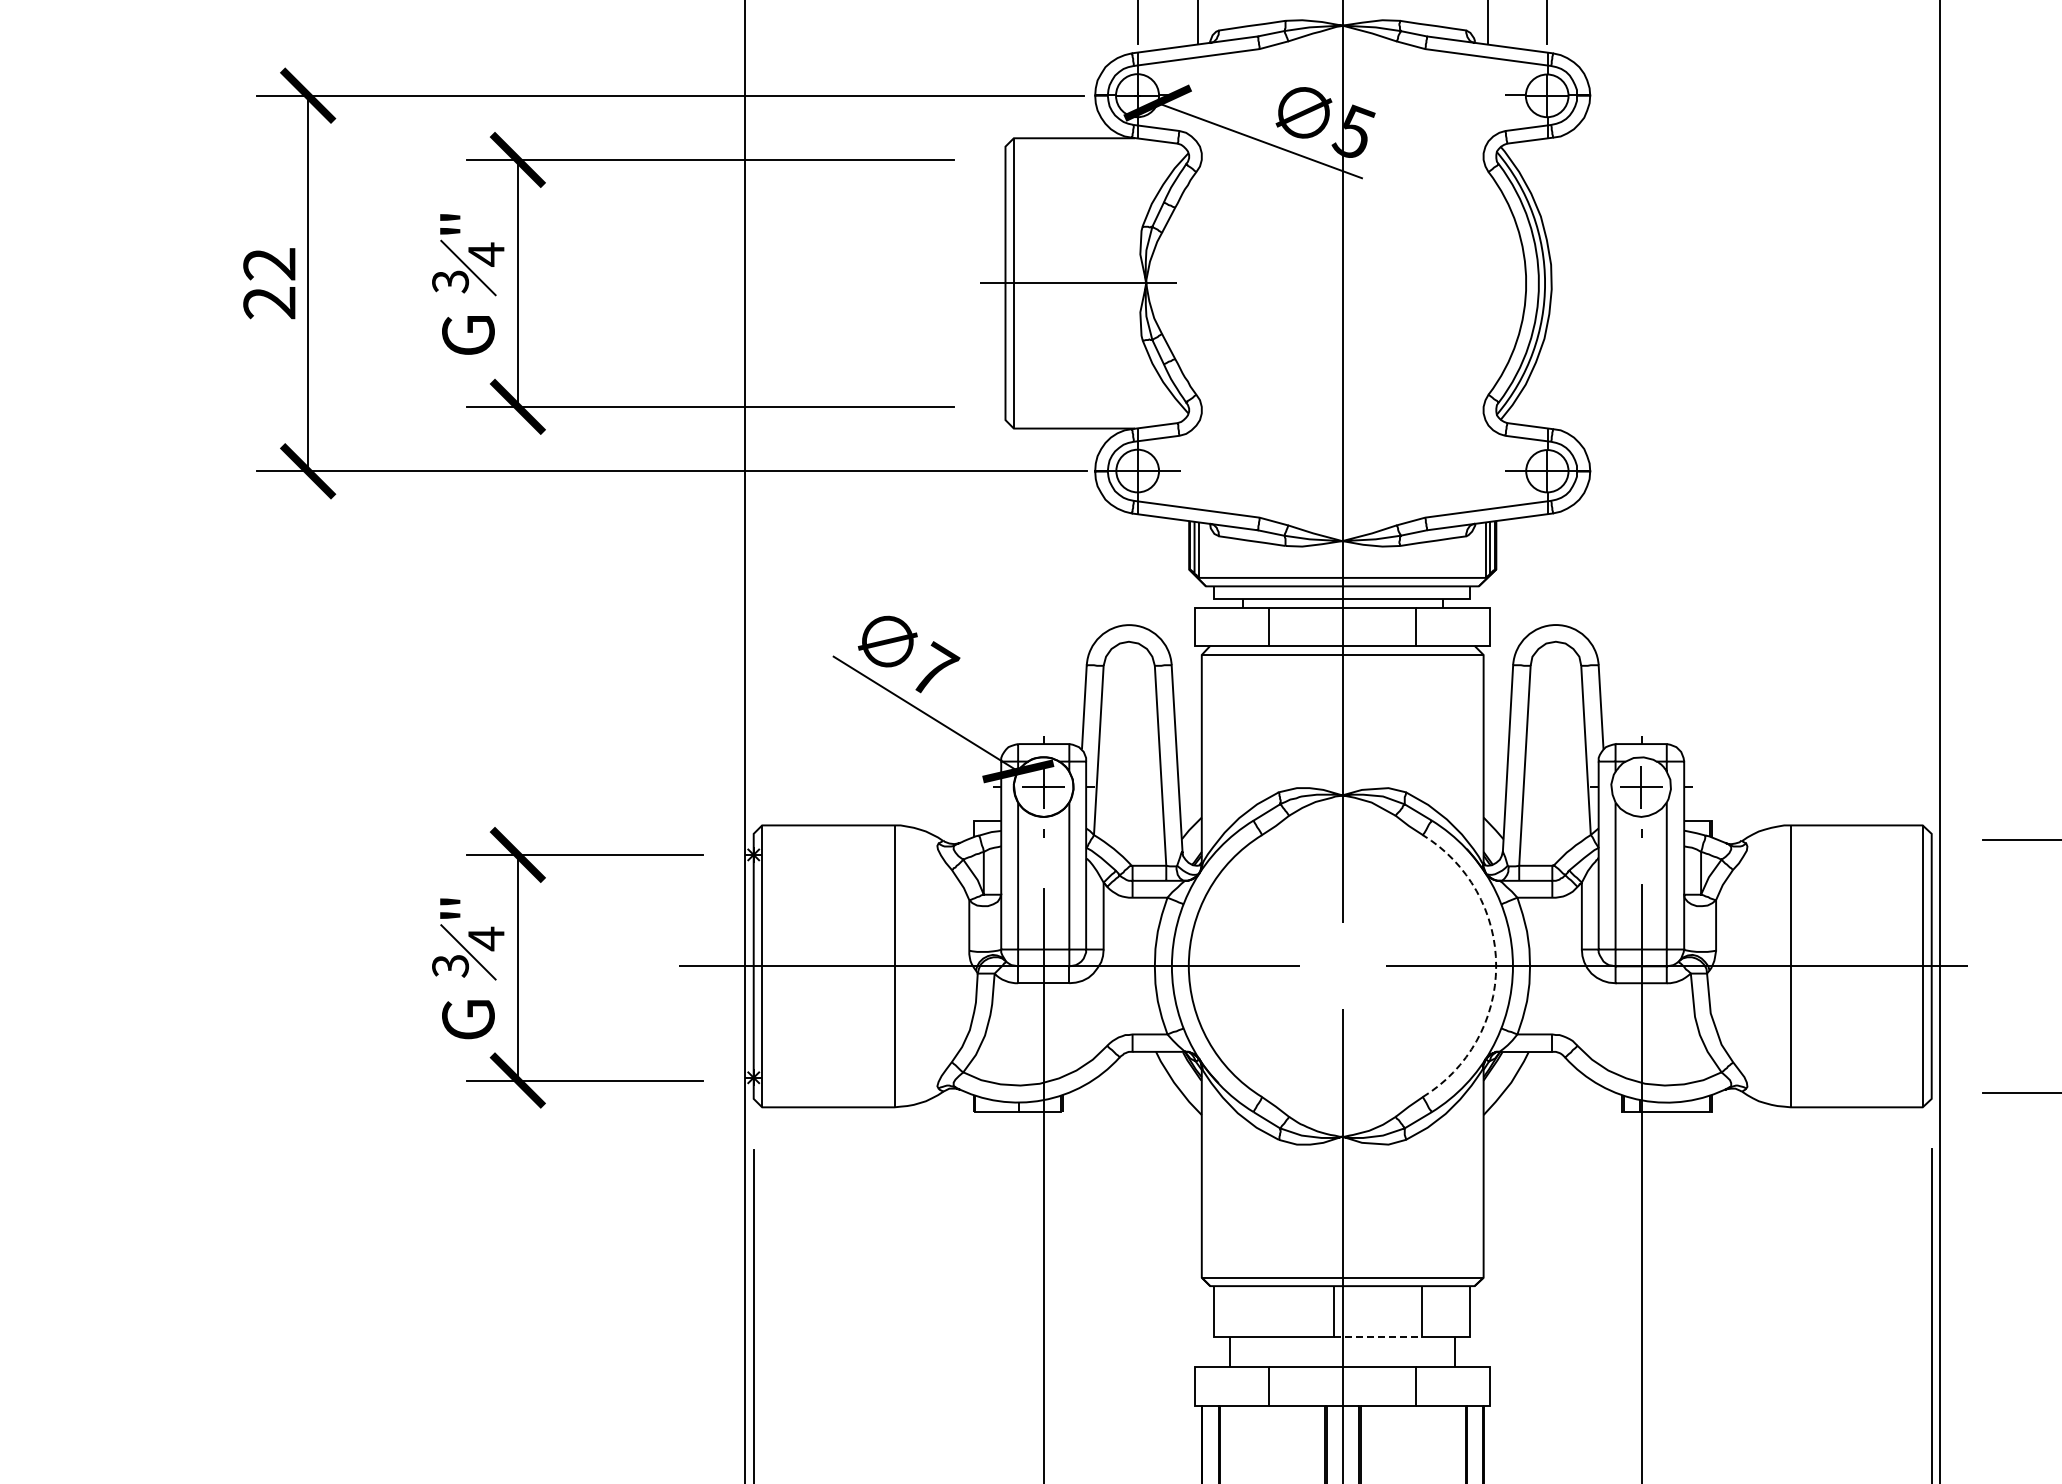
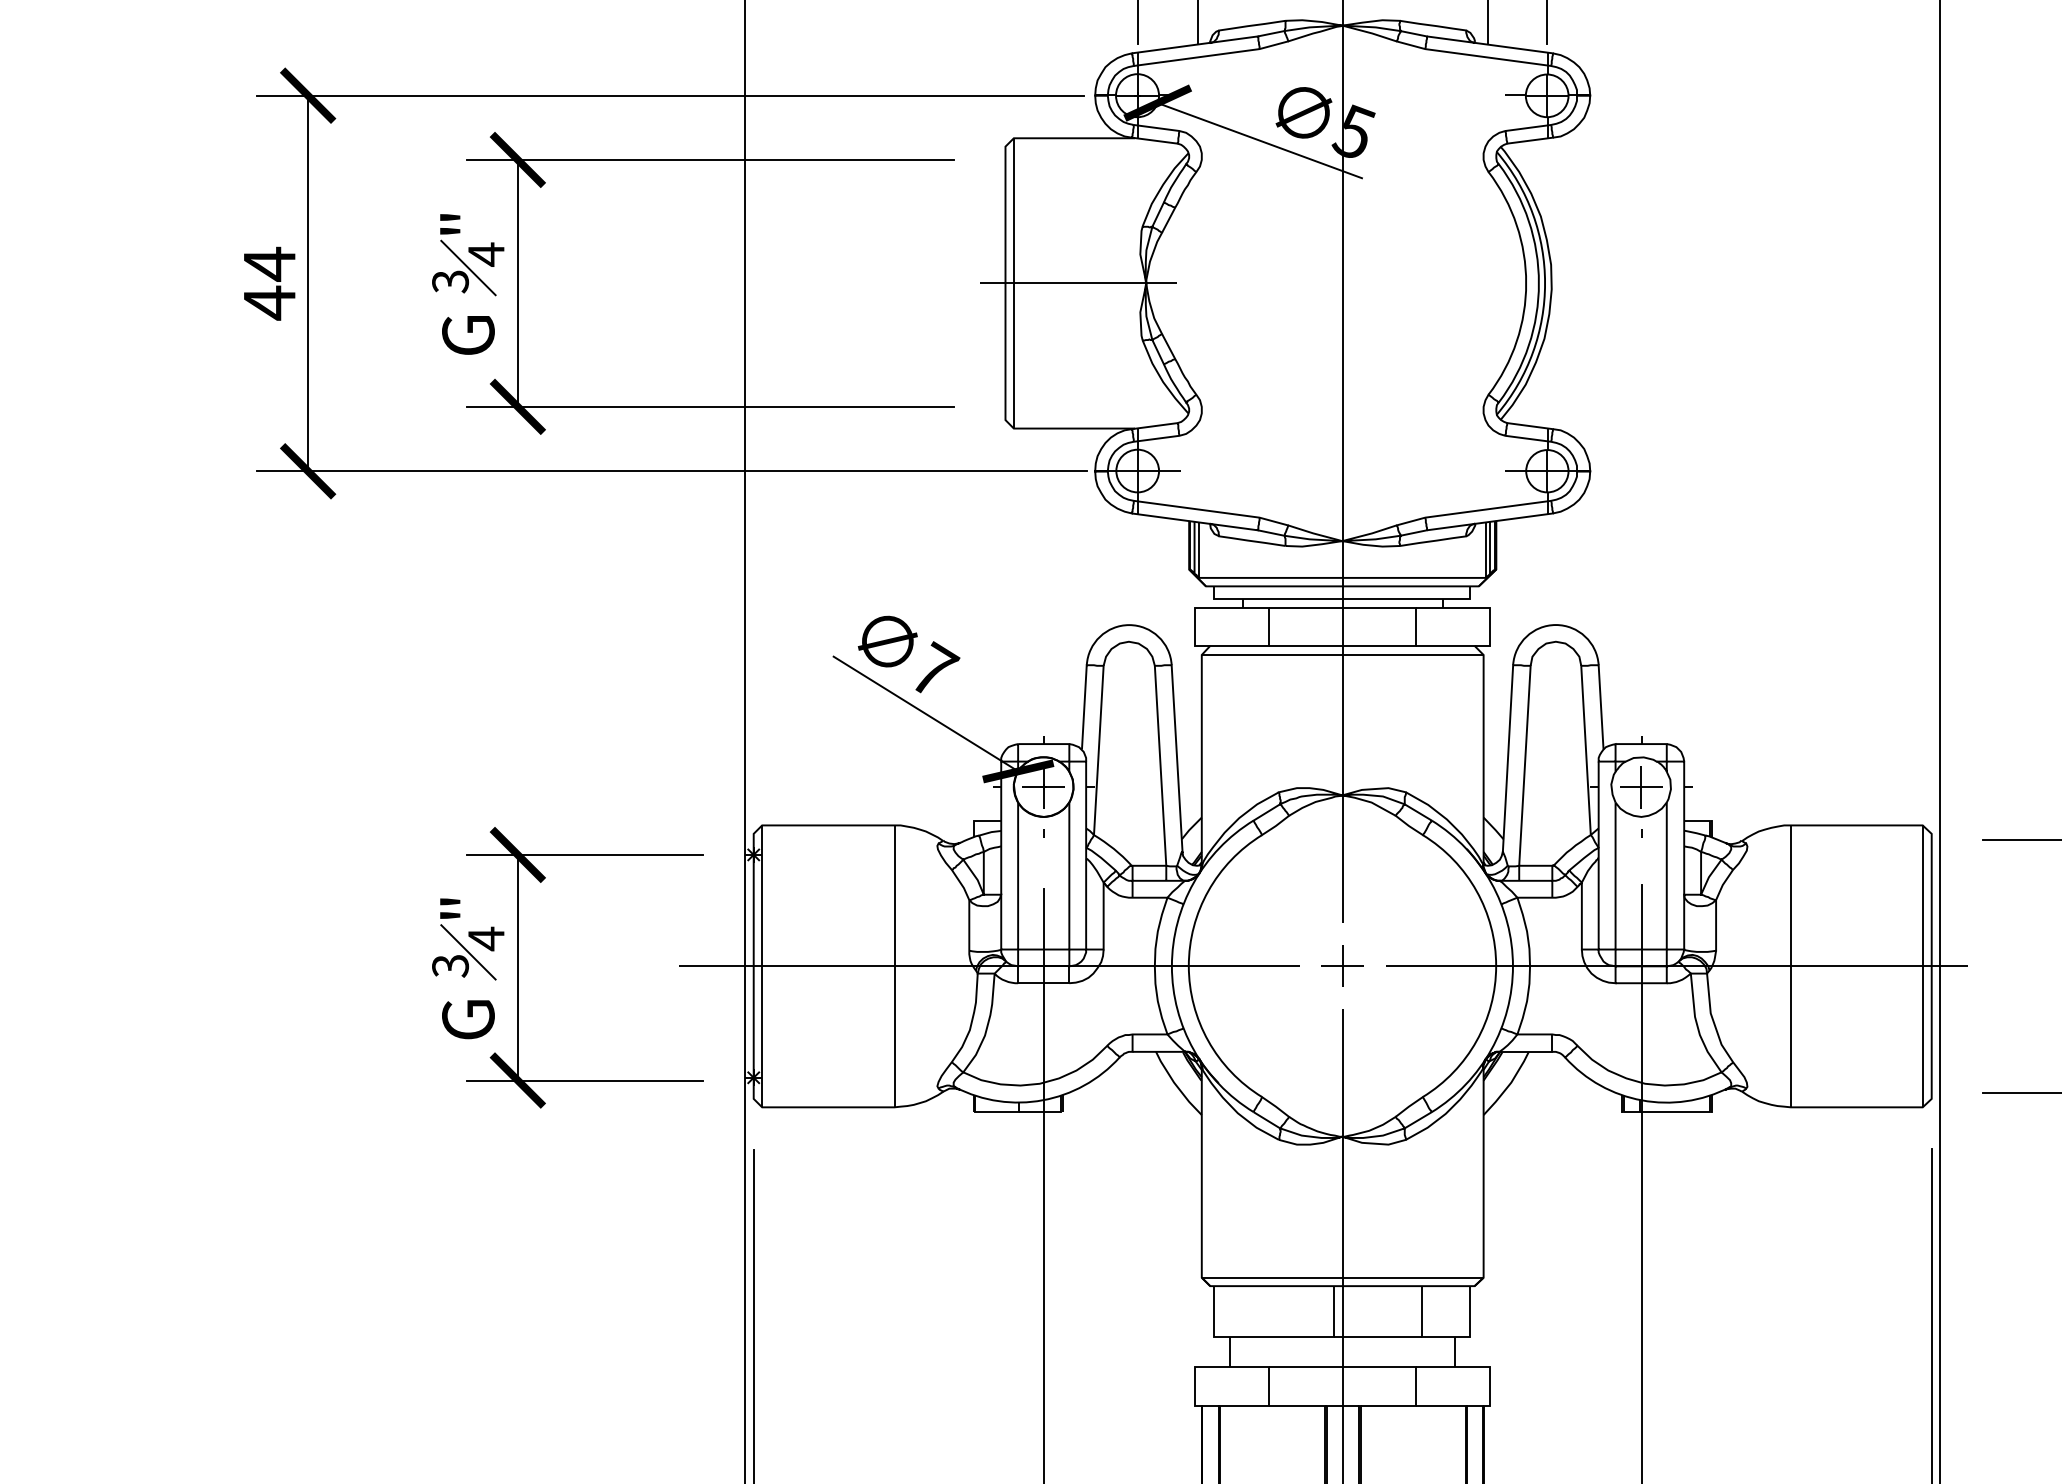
text at (269, 283): 22 -> 44
part at (1342, 965): none -> present
arc at (1496, 966): dashed -> solid
line at (1378, 1337): dashed -> solid
